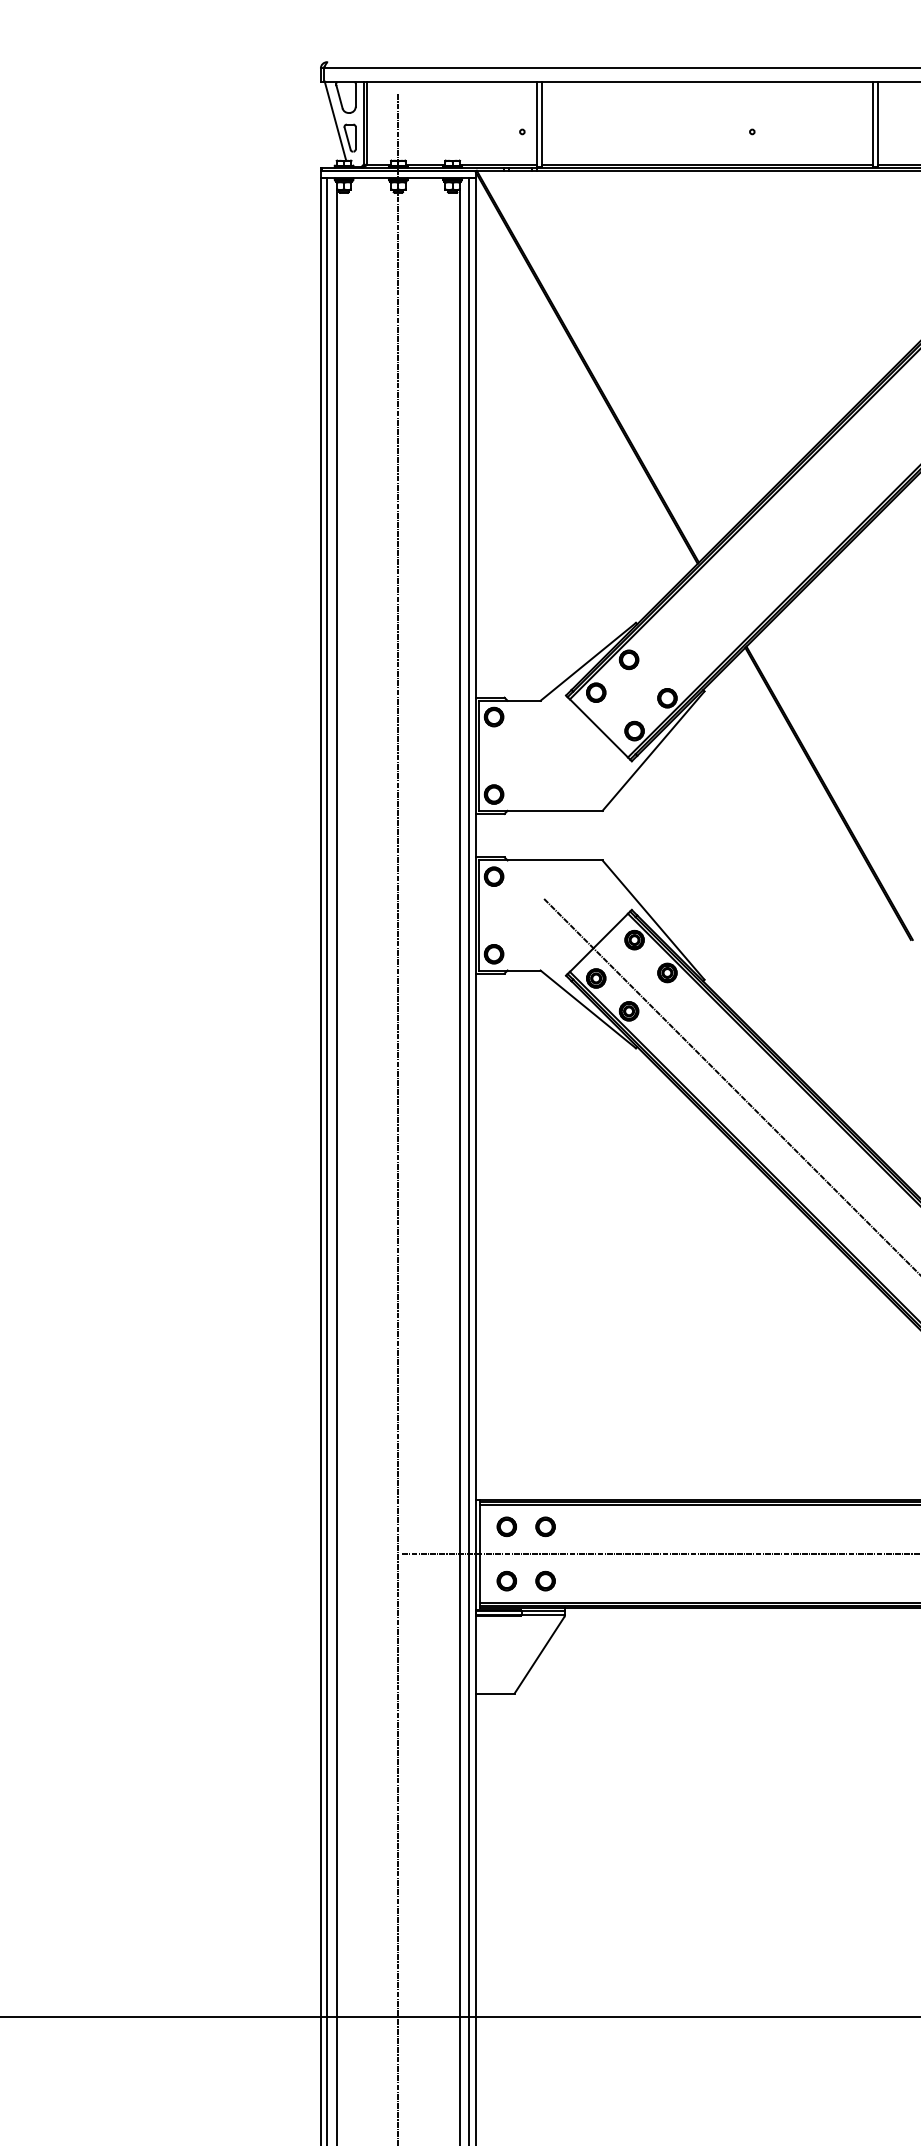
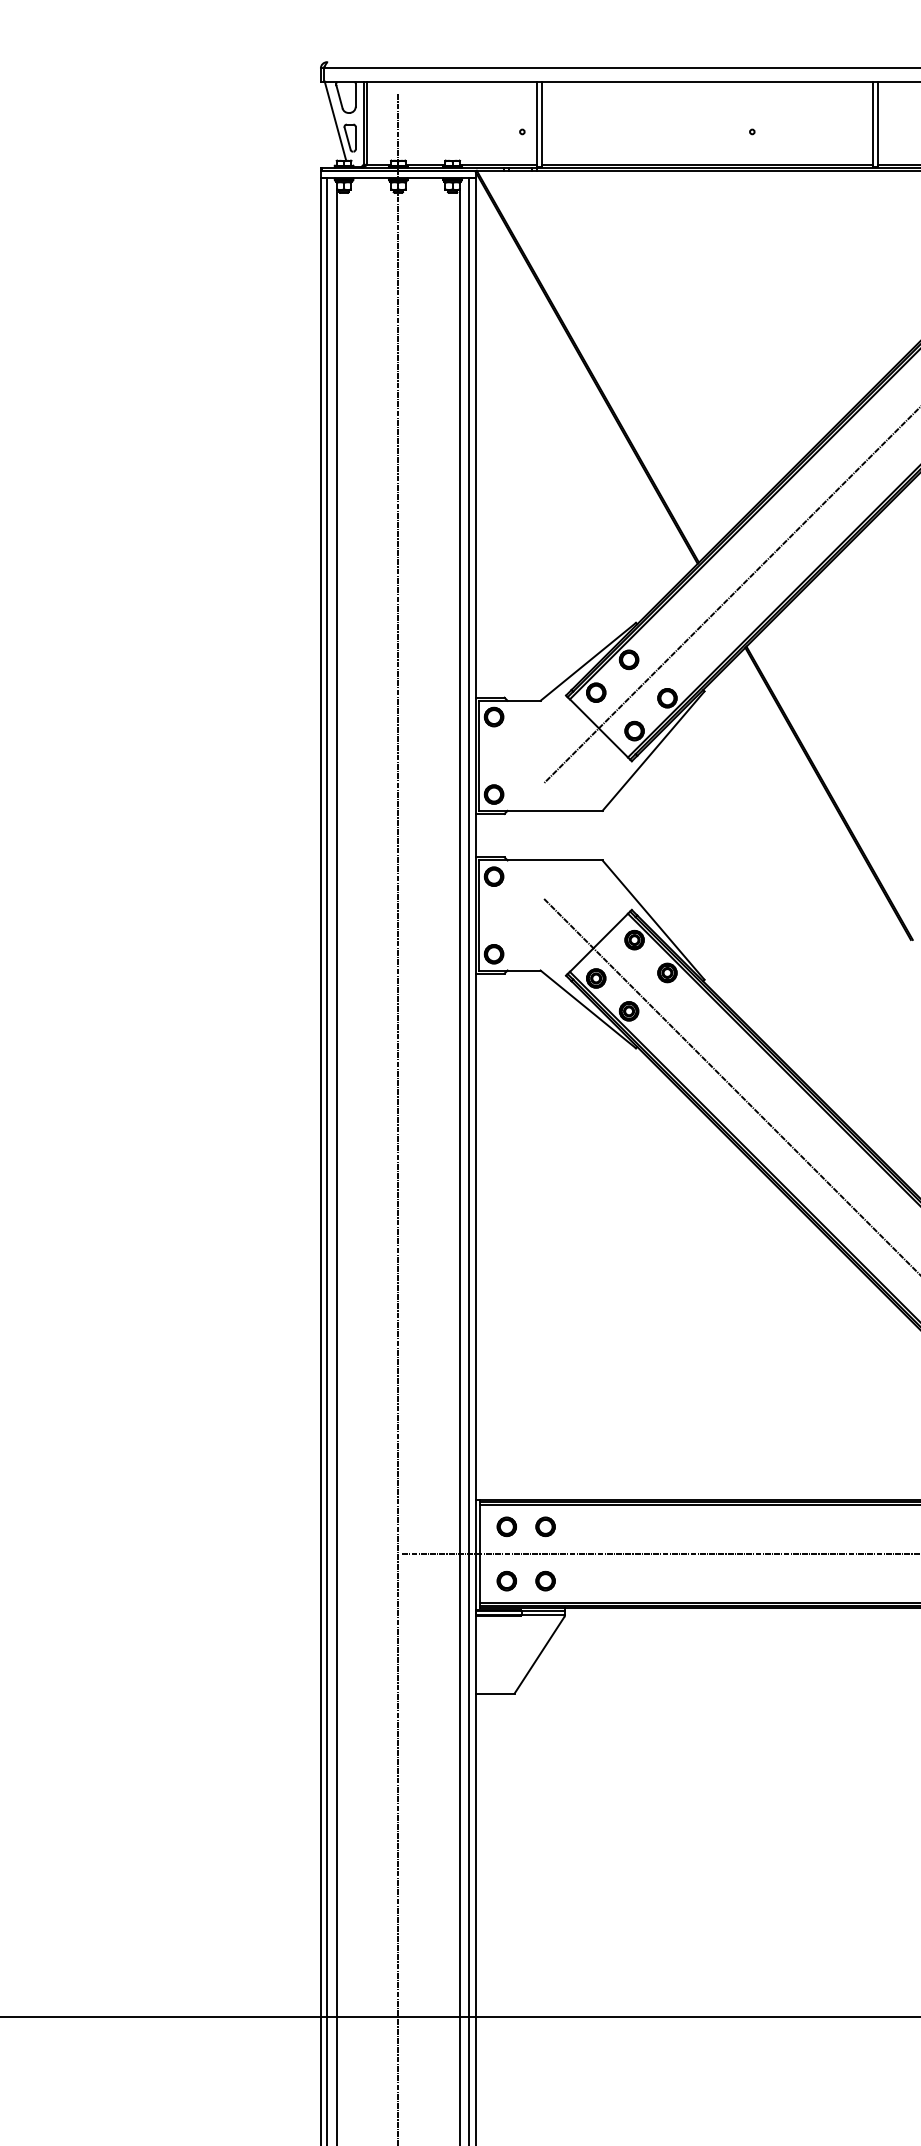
line at (730, 596): none -> present
